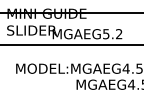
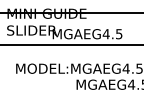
text at (112, 34): MGAEG5.2 -> MGAEG4.5
